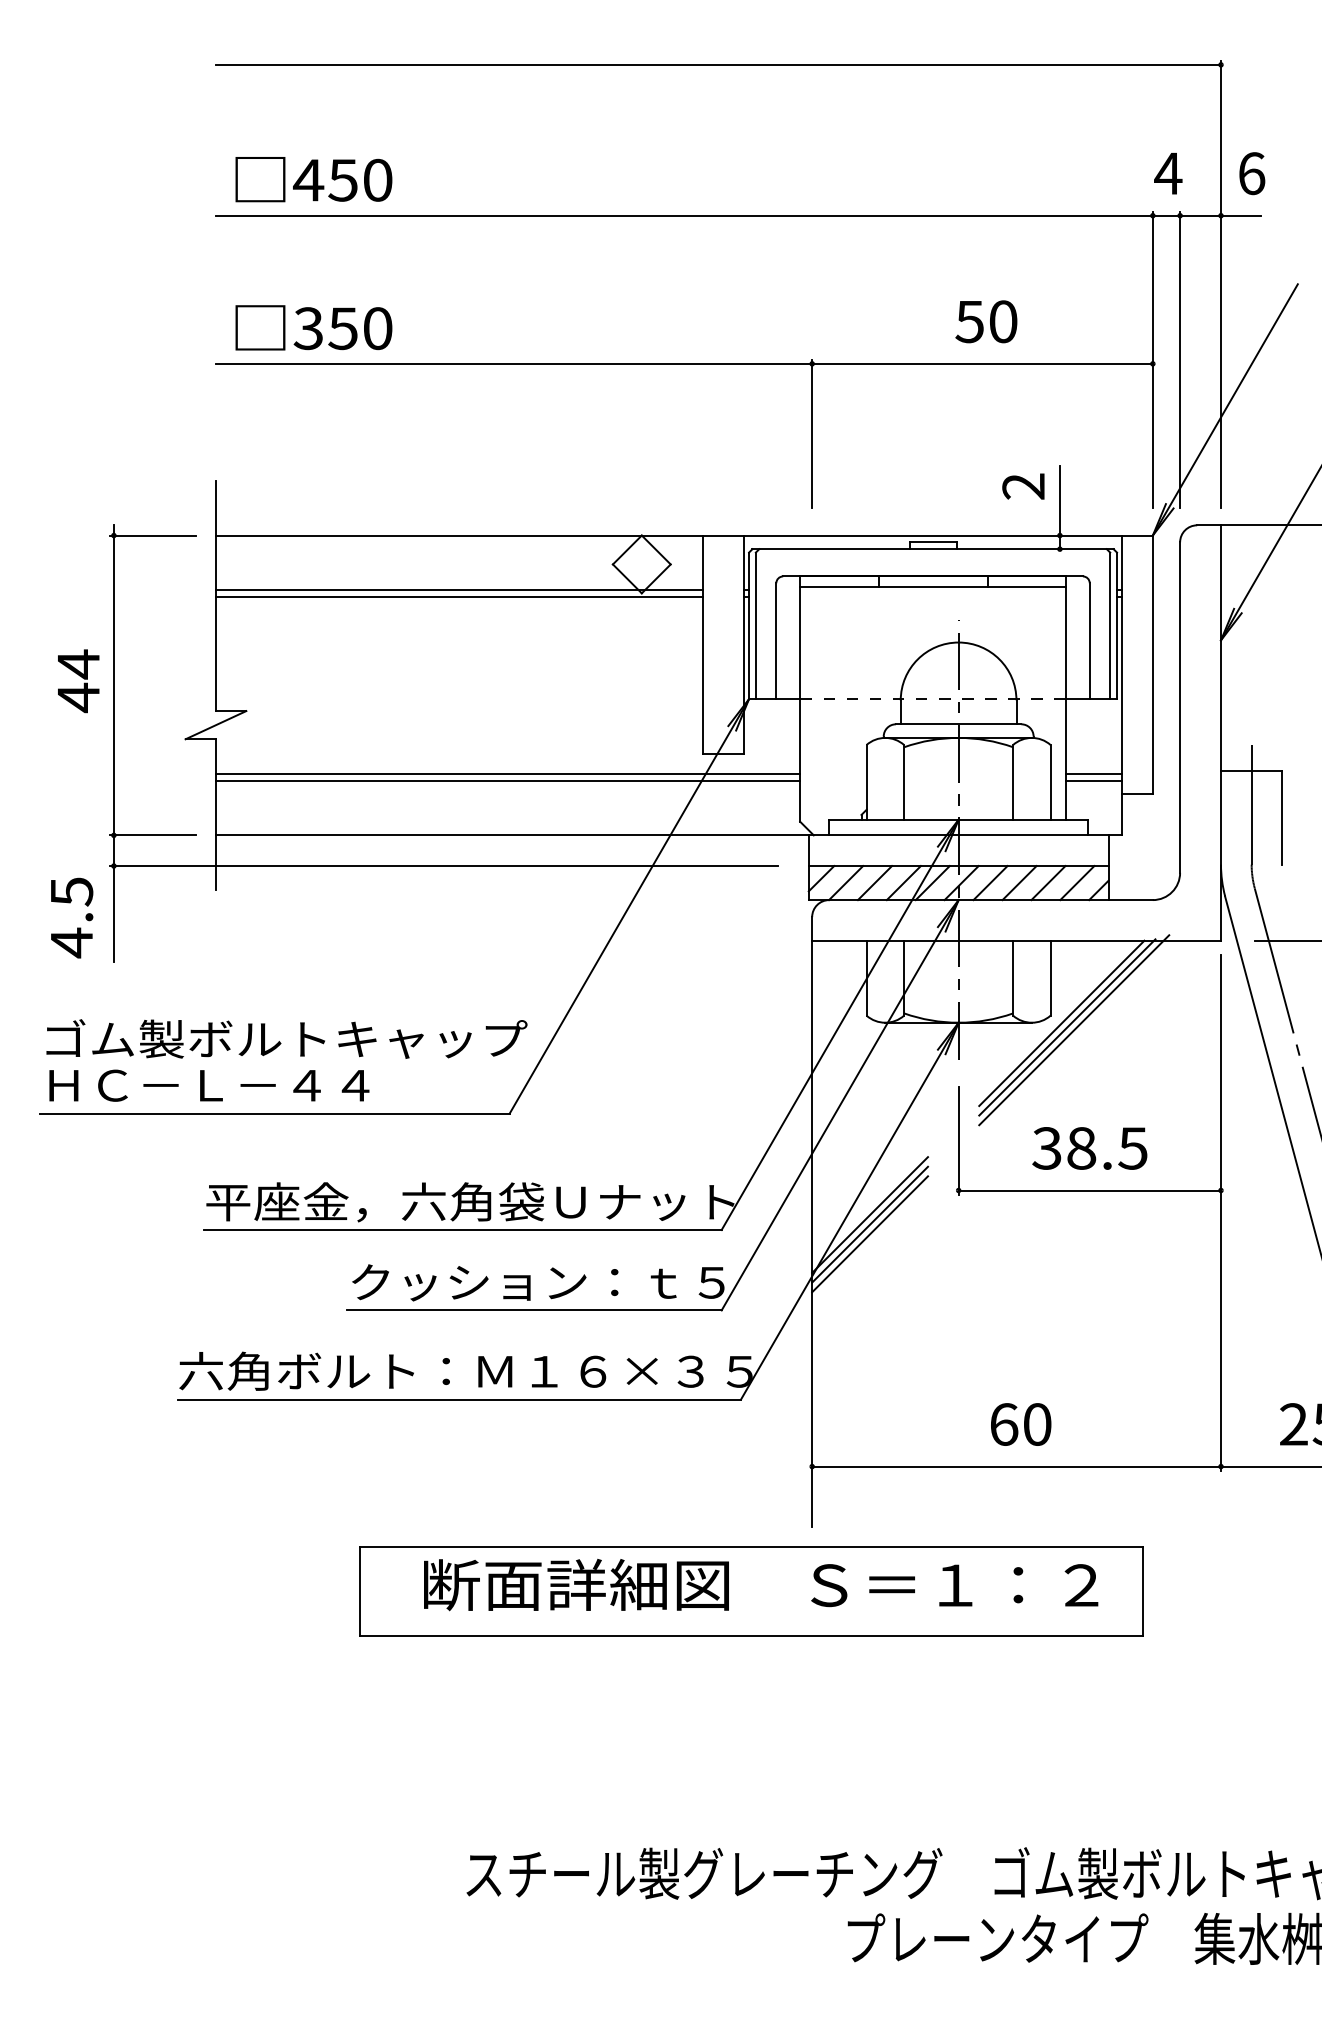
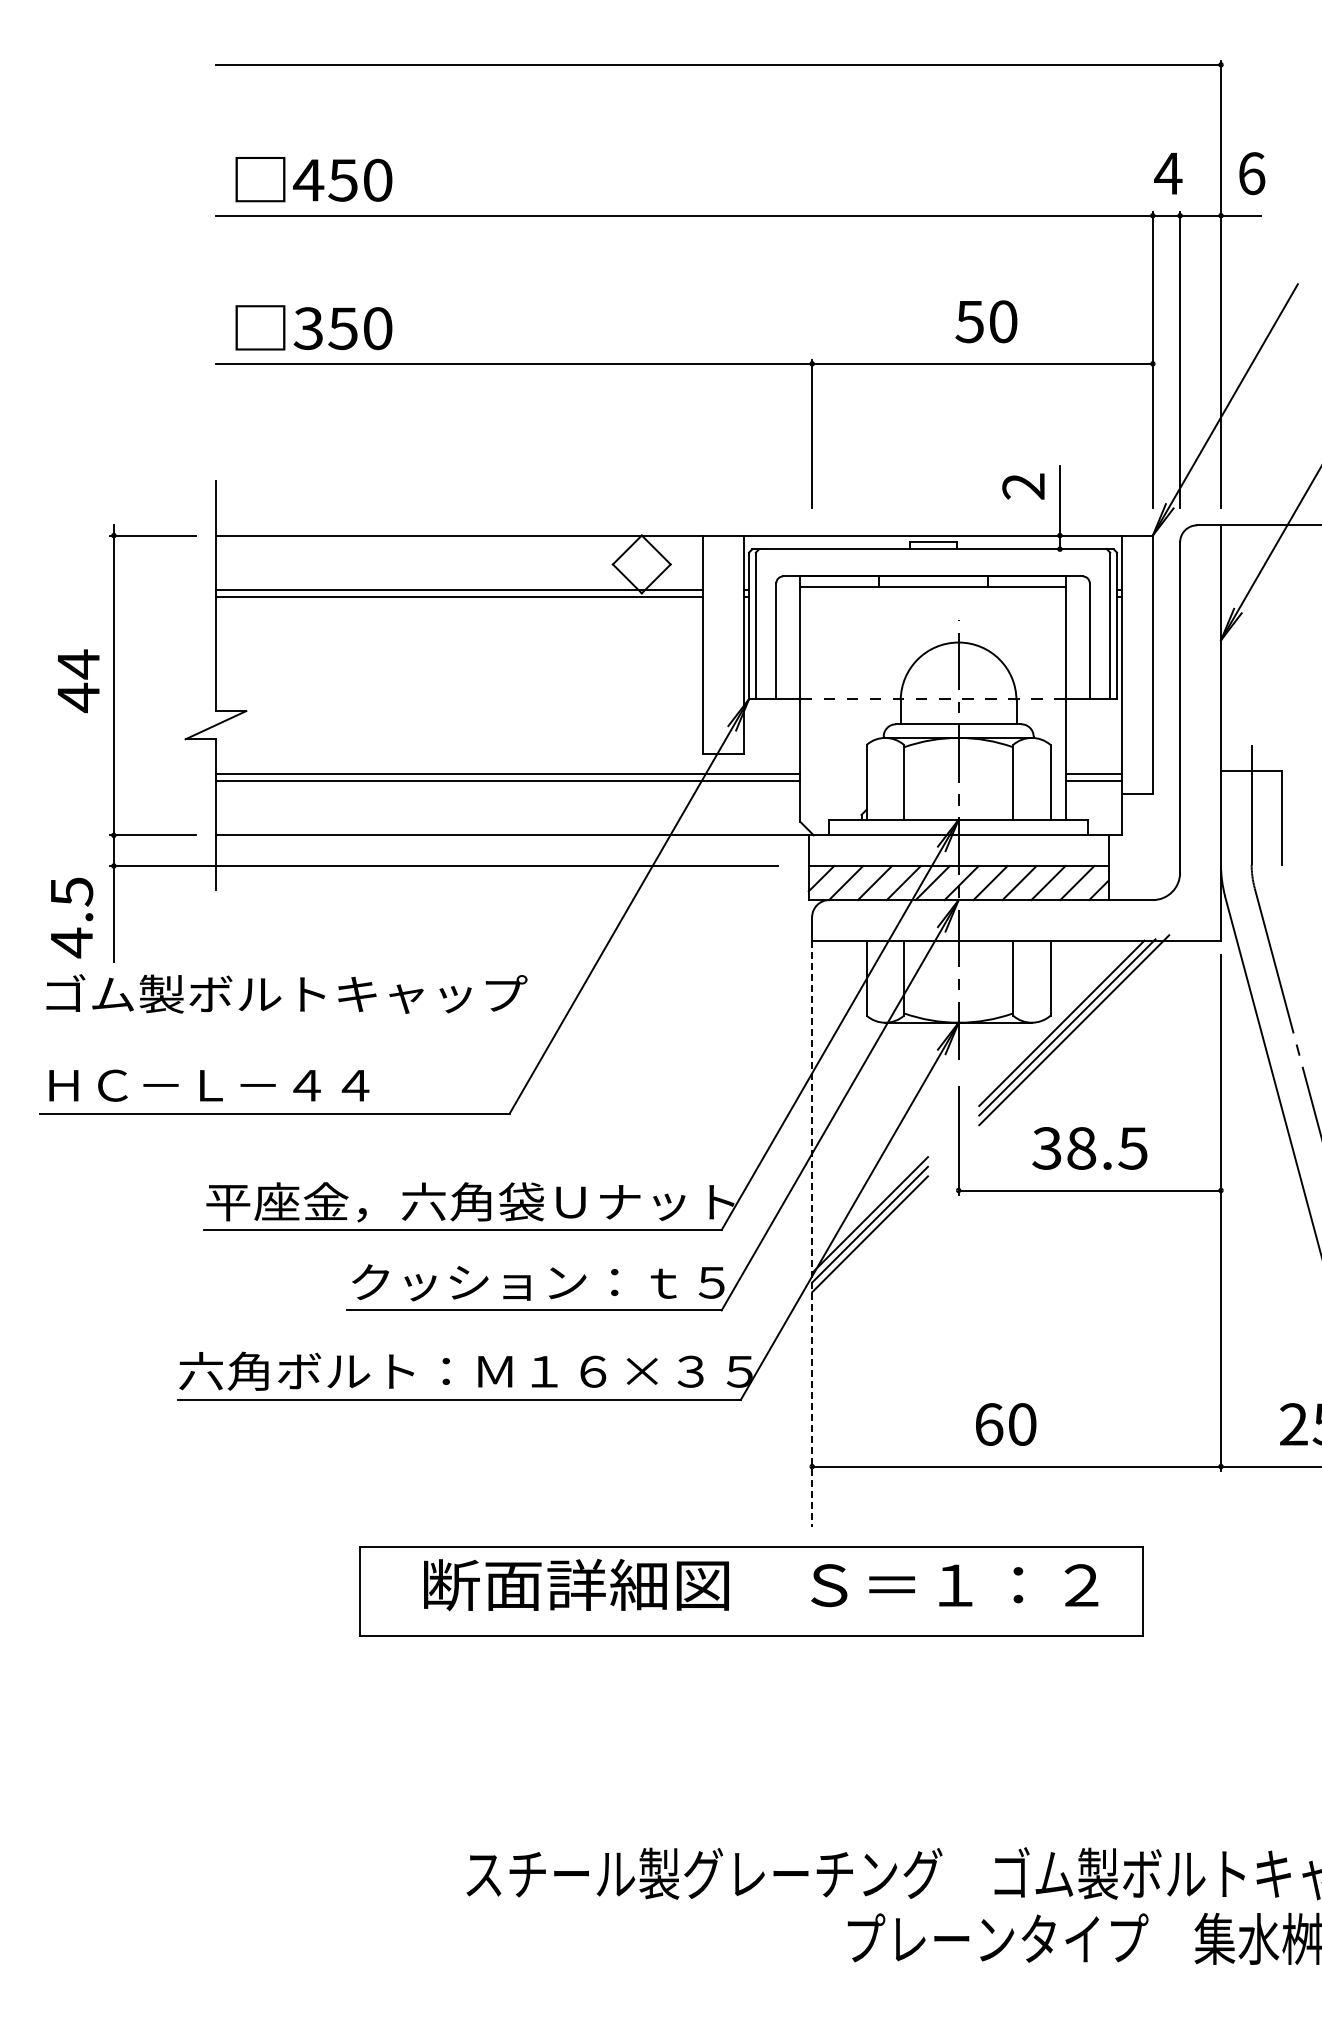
line at (1286, 940): present -> none
text at (286, 1038) position: (286, 1038) -> (286, 993)
line at (812, 1234): solid -> dashed
text at (1021, 1424) position: (1021, 1424) -> (1006, 1424)
